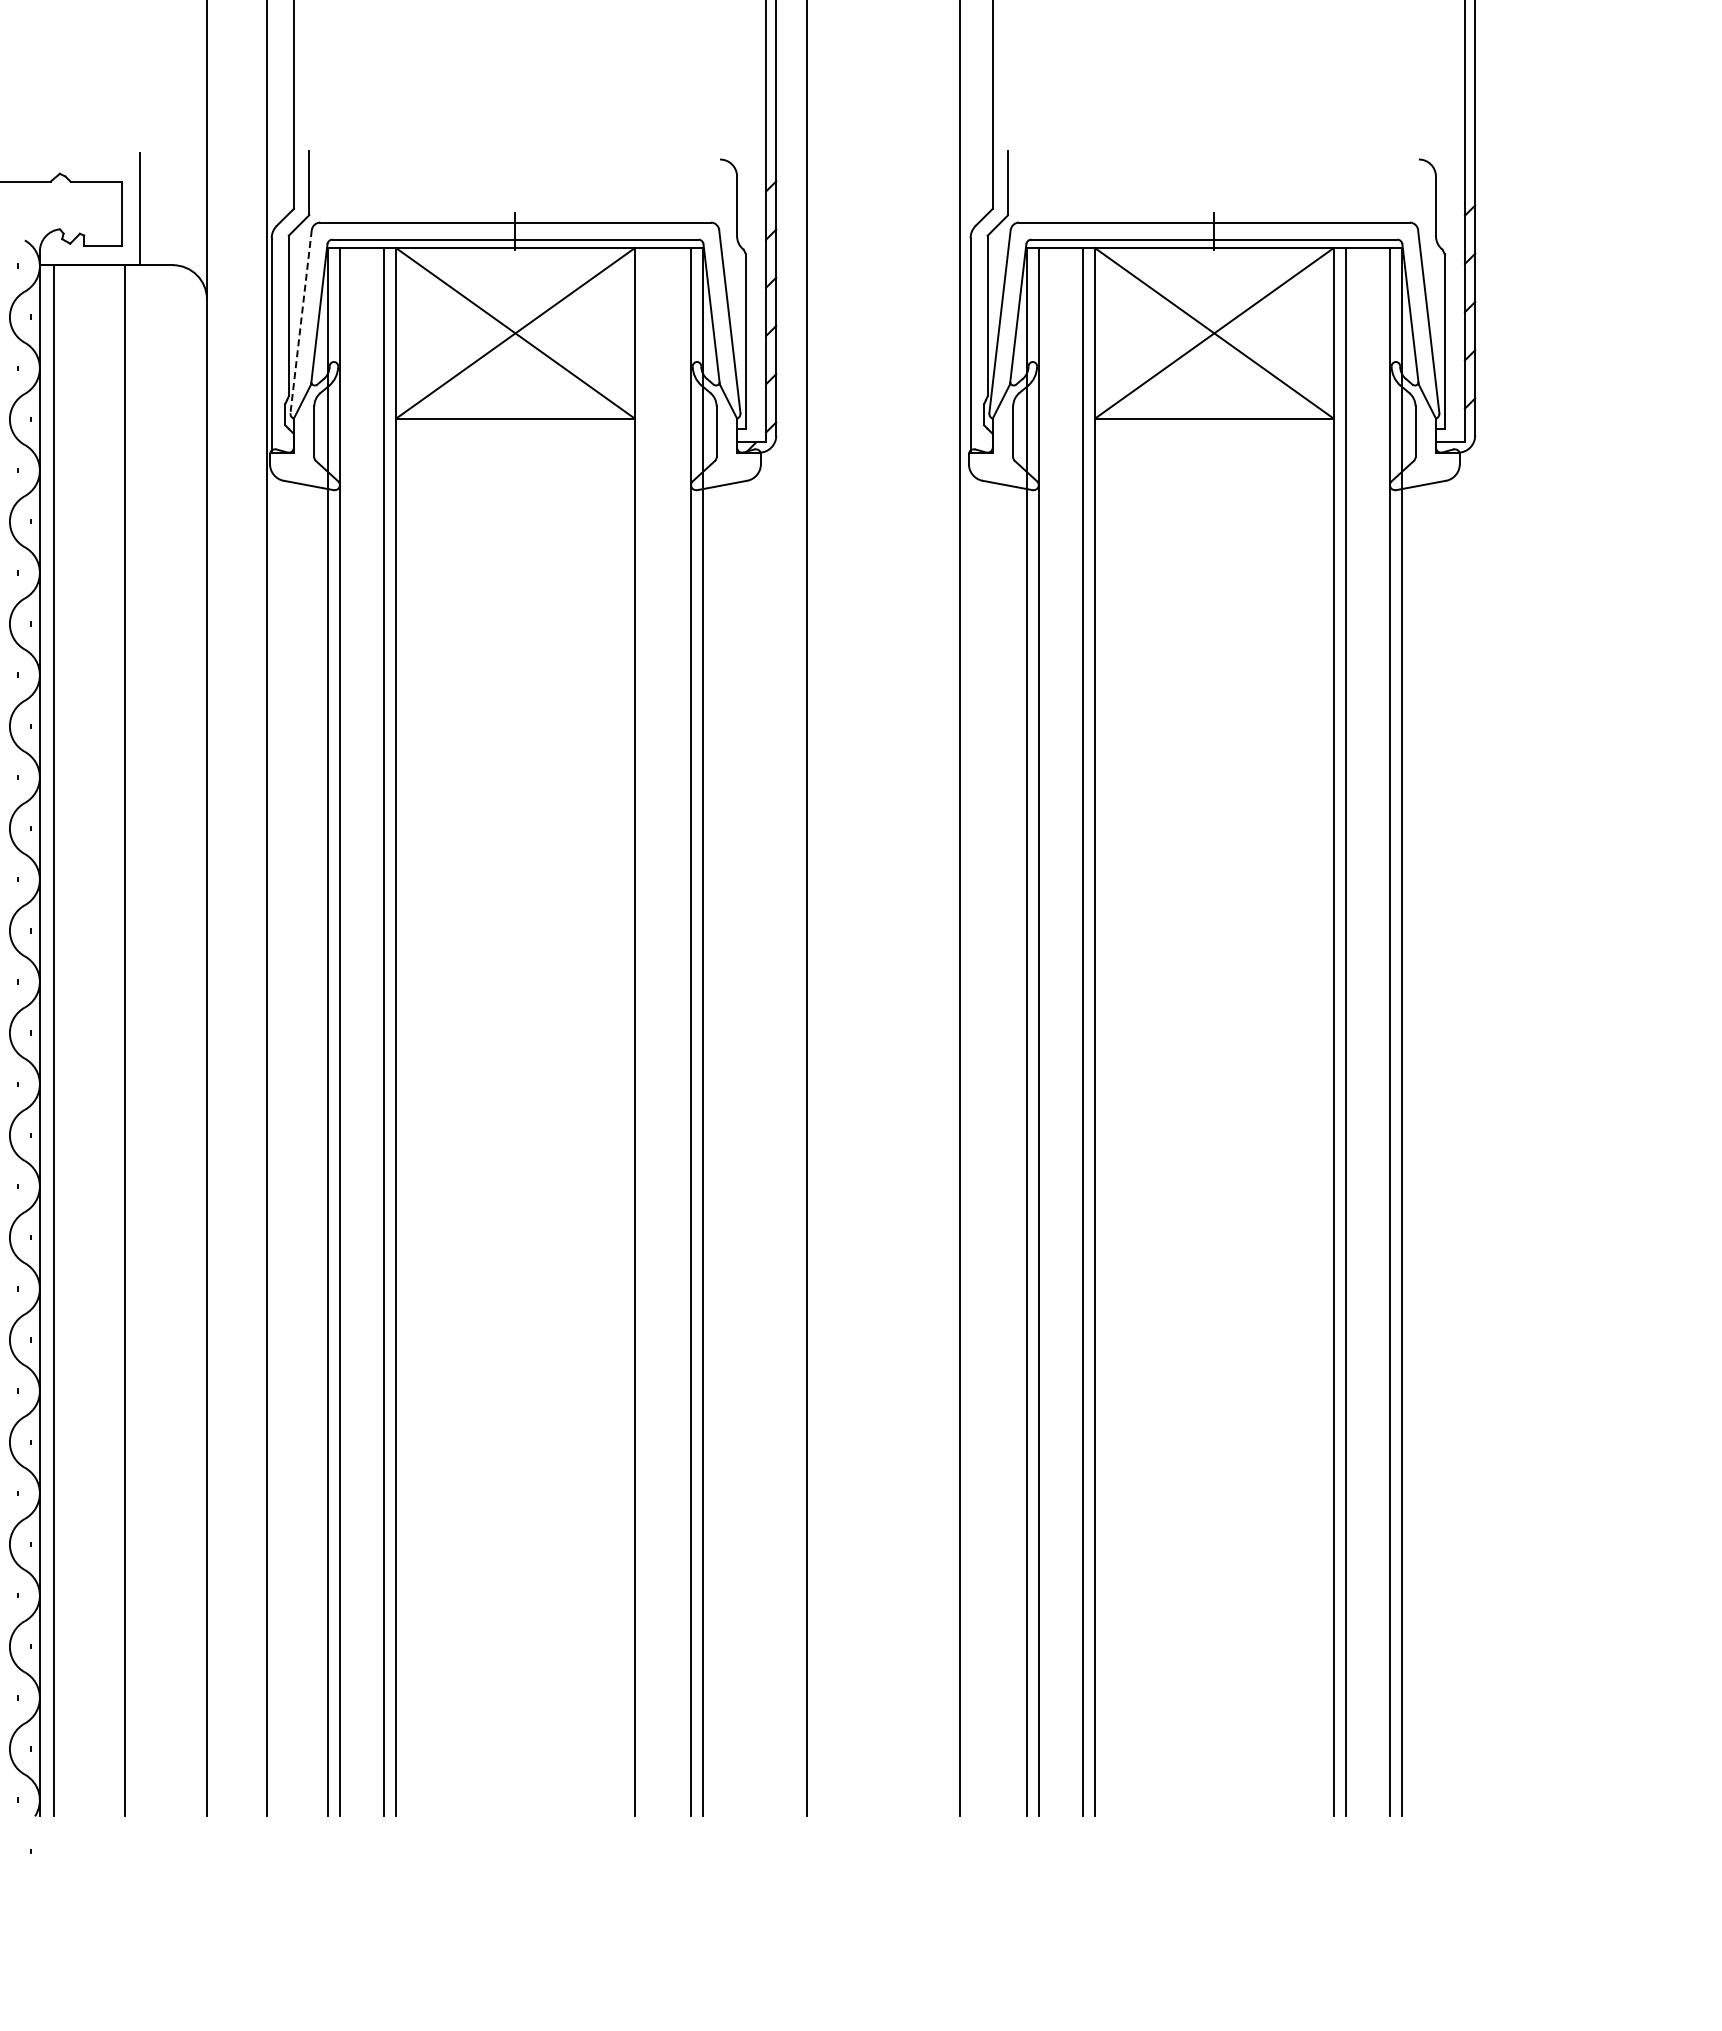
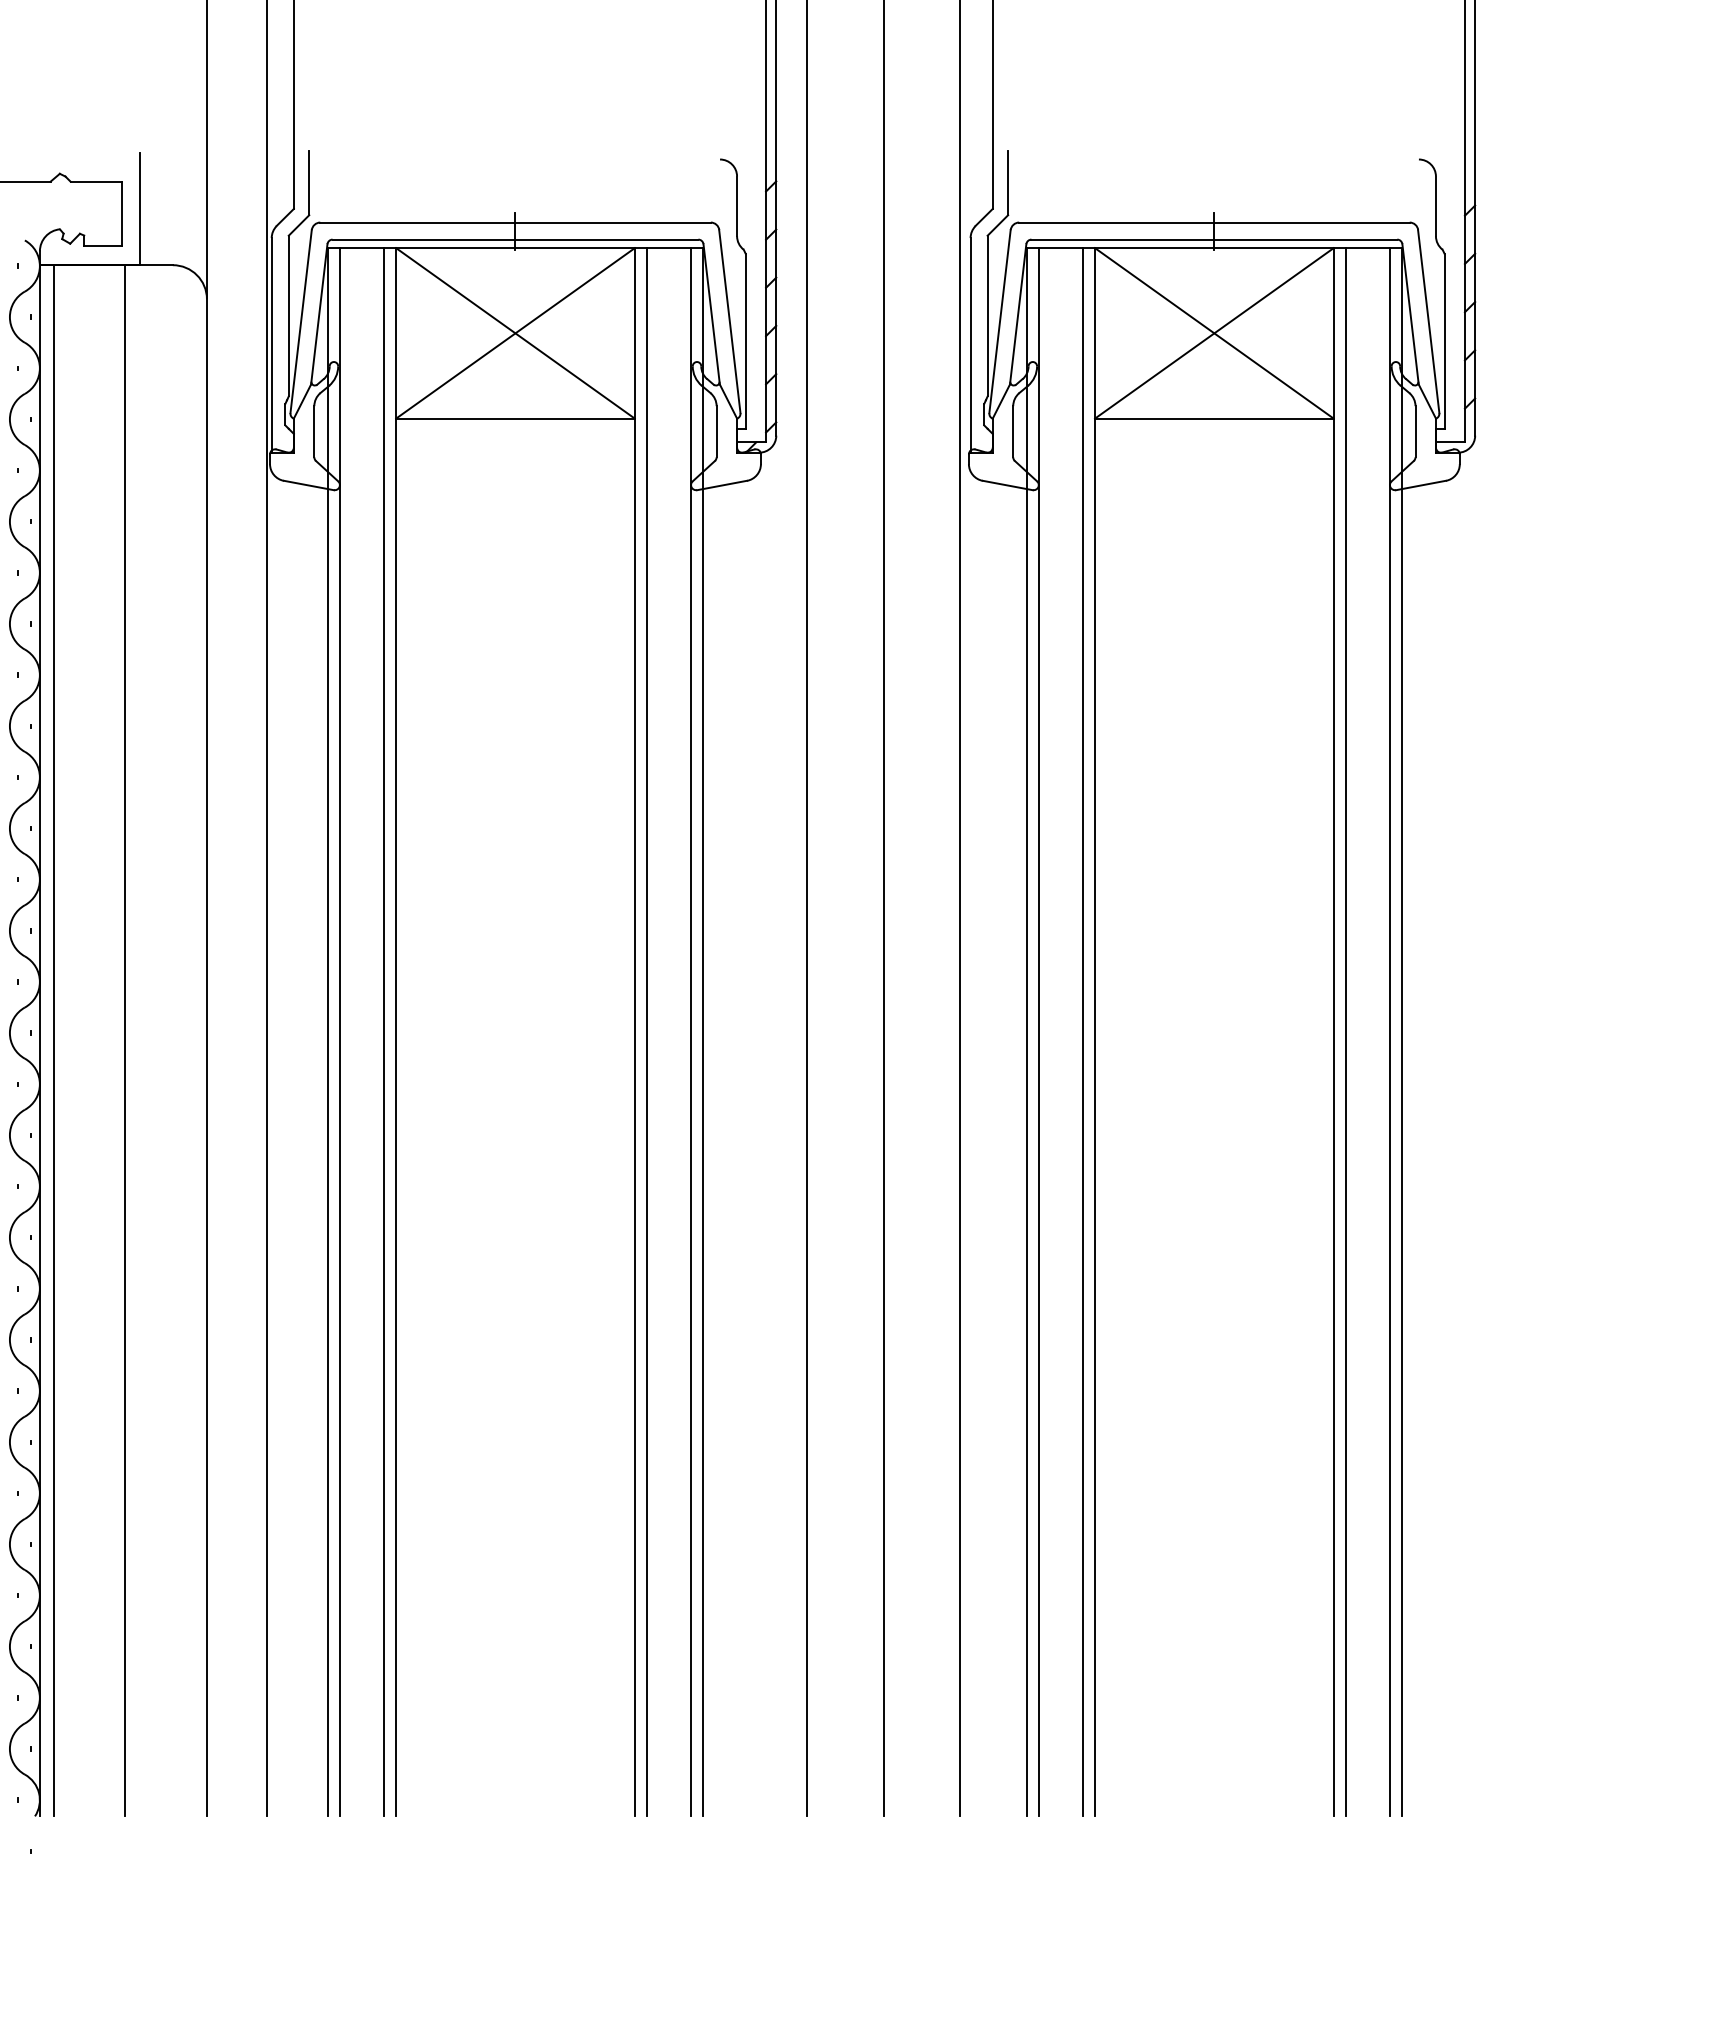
line at (301, 322): dashed -> solid
line at (883, 909): none -> present
line at (646, 1032): none -> present
